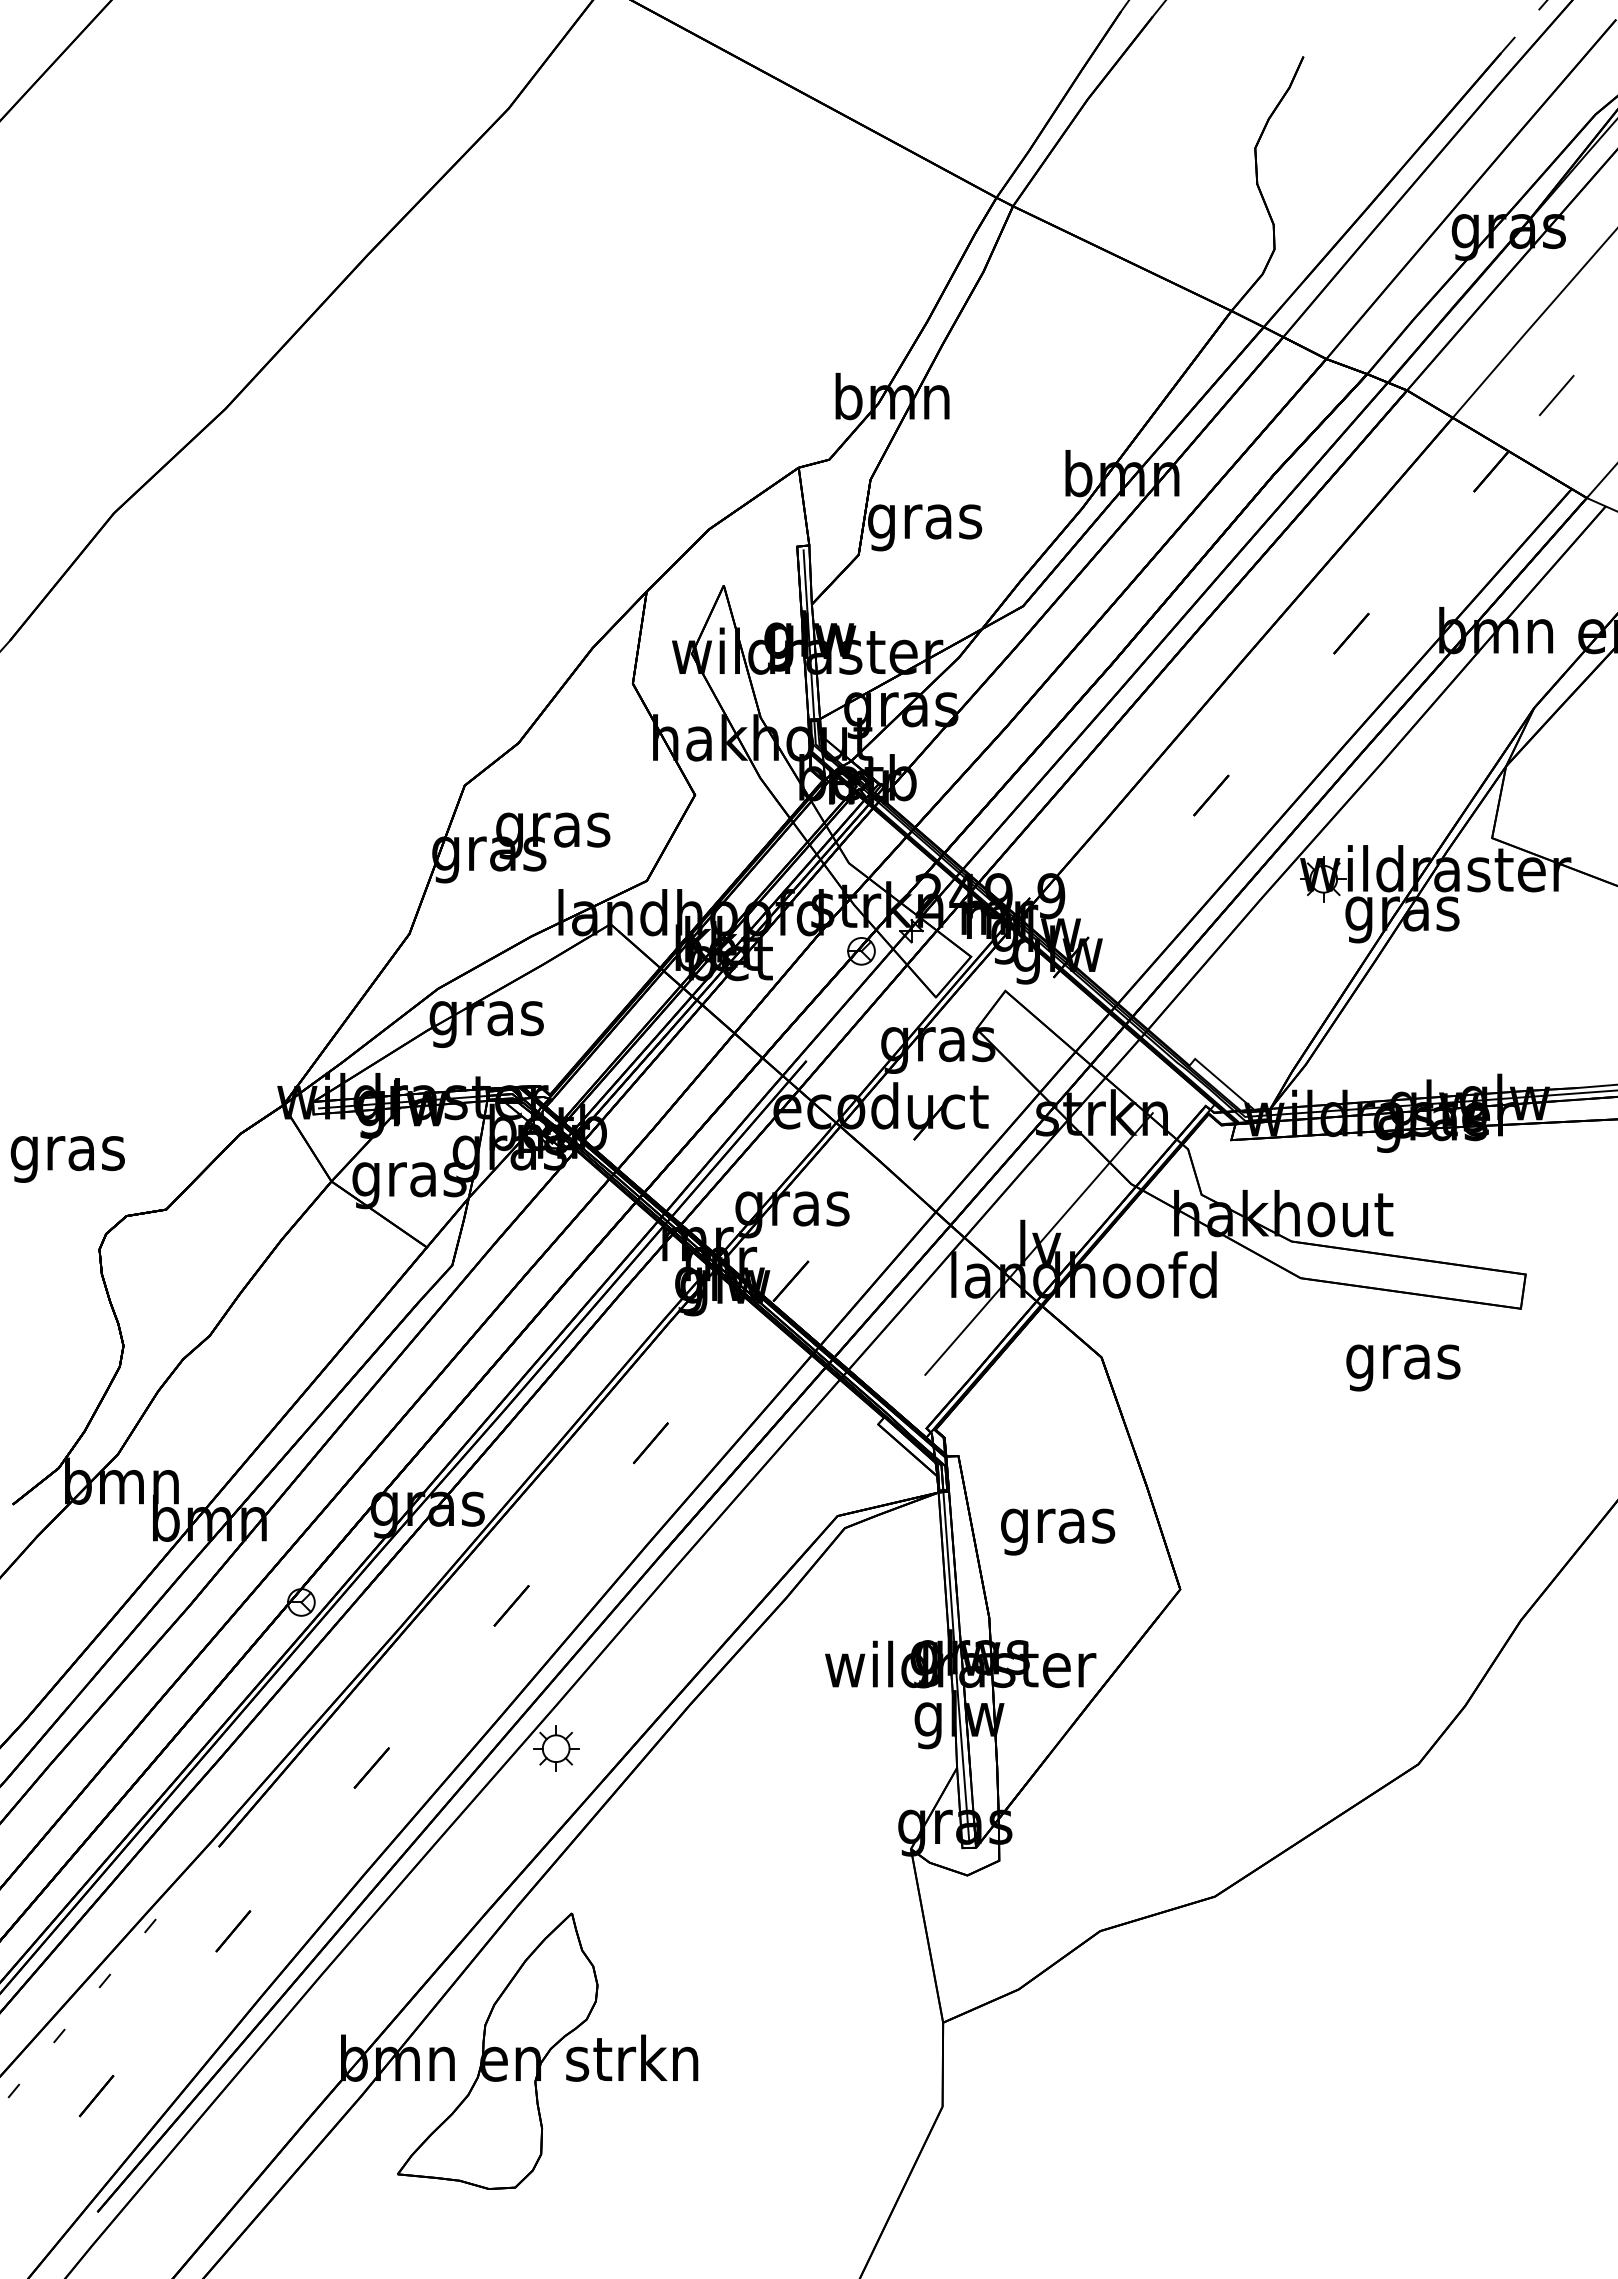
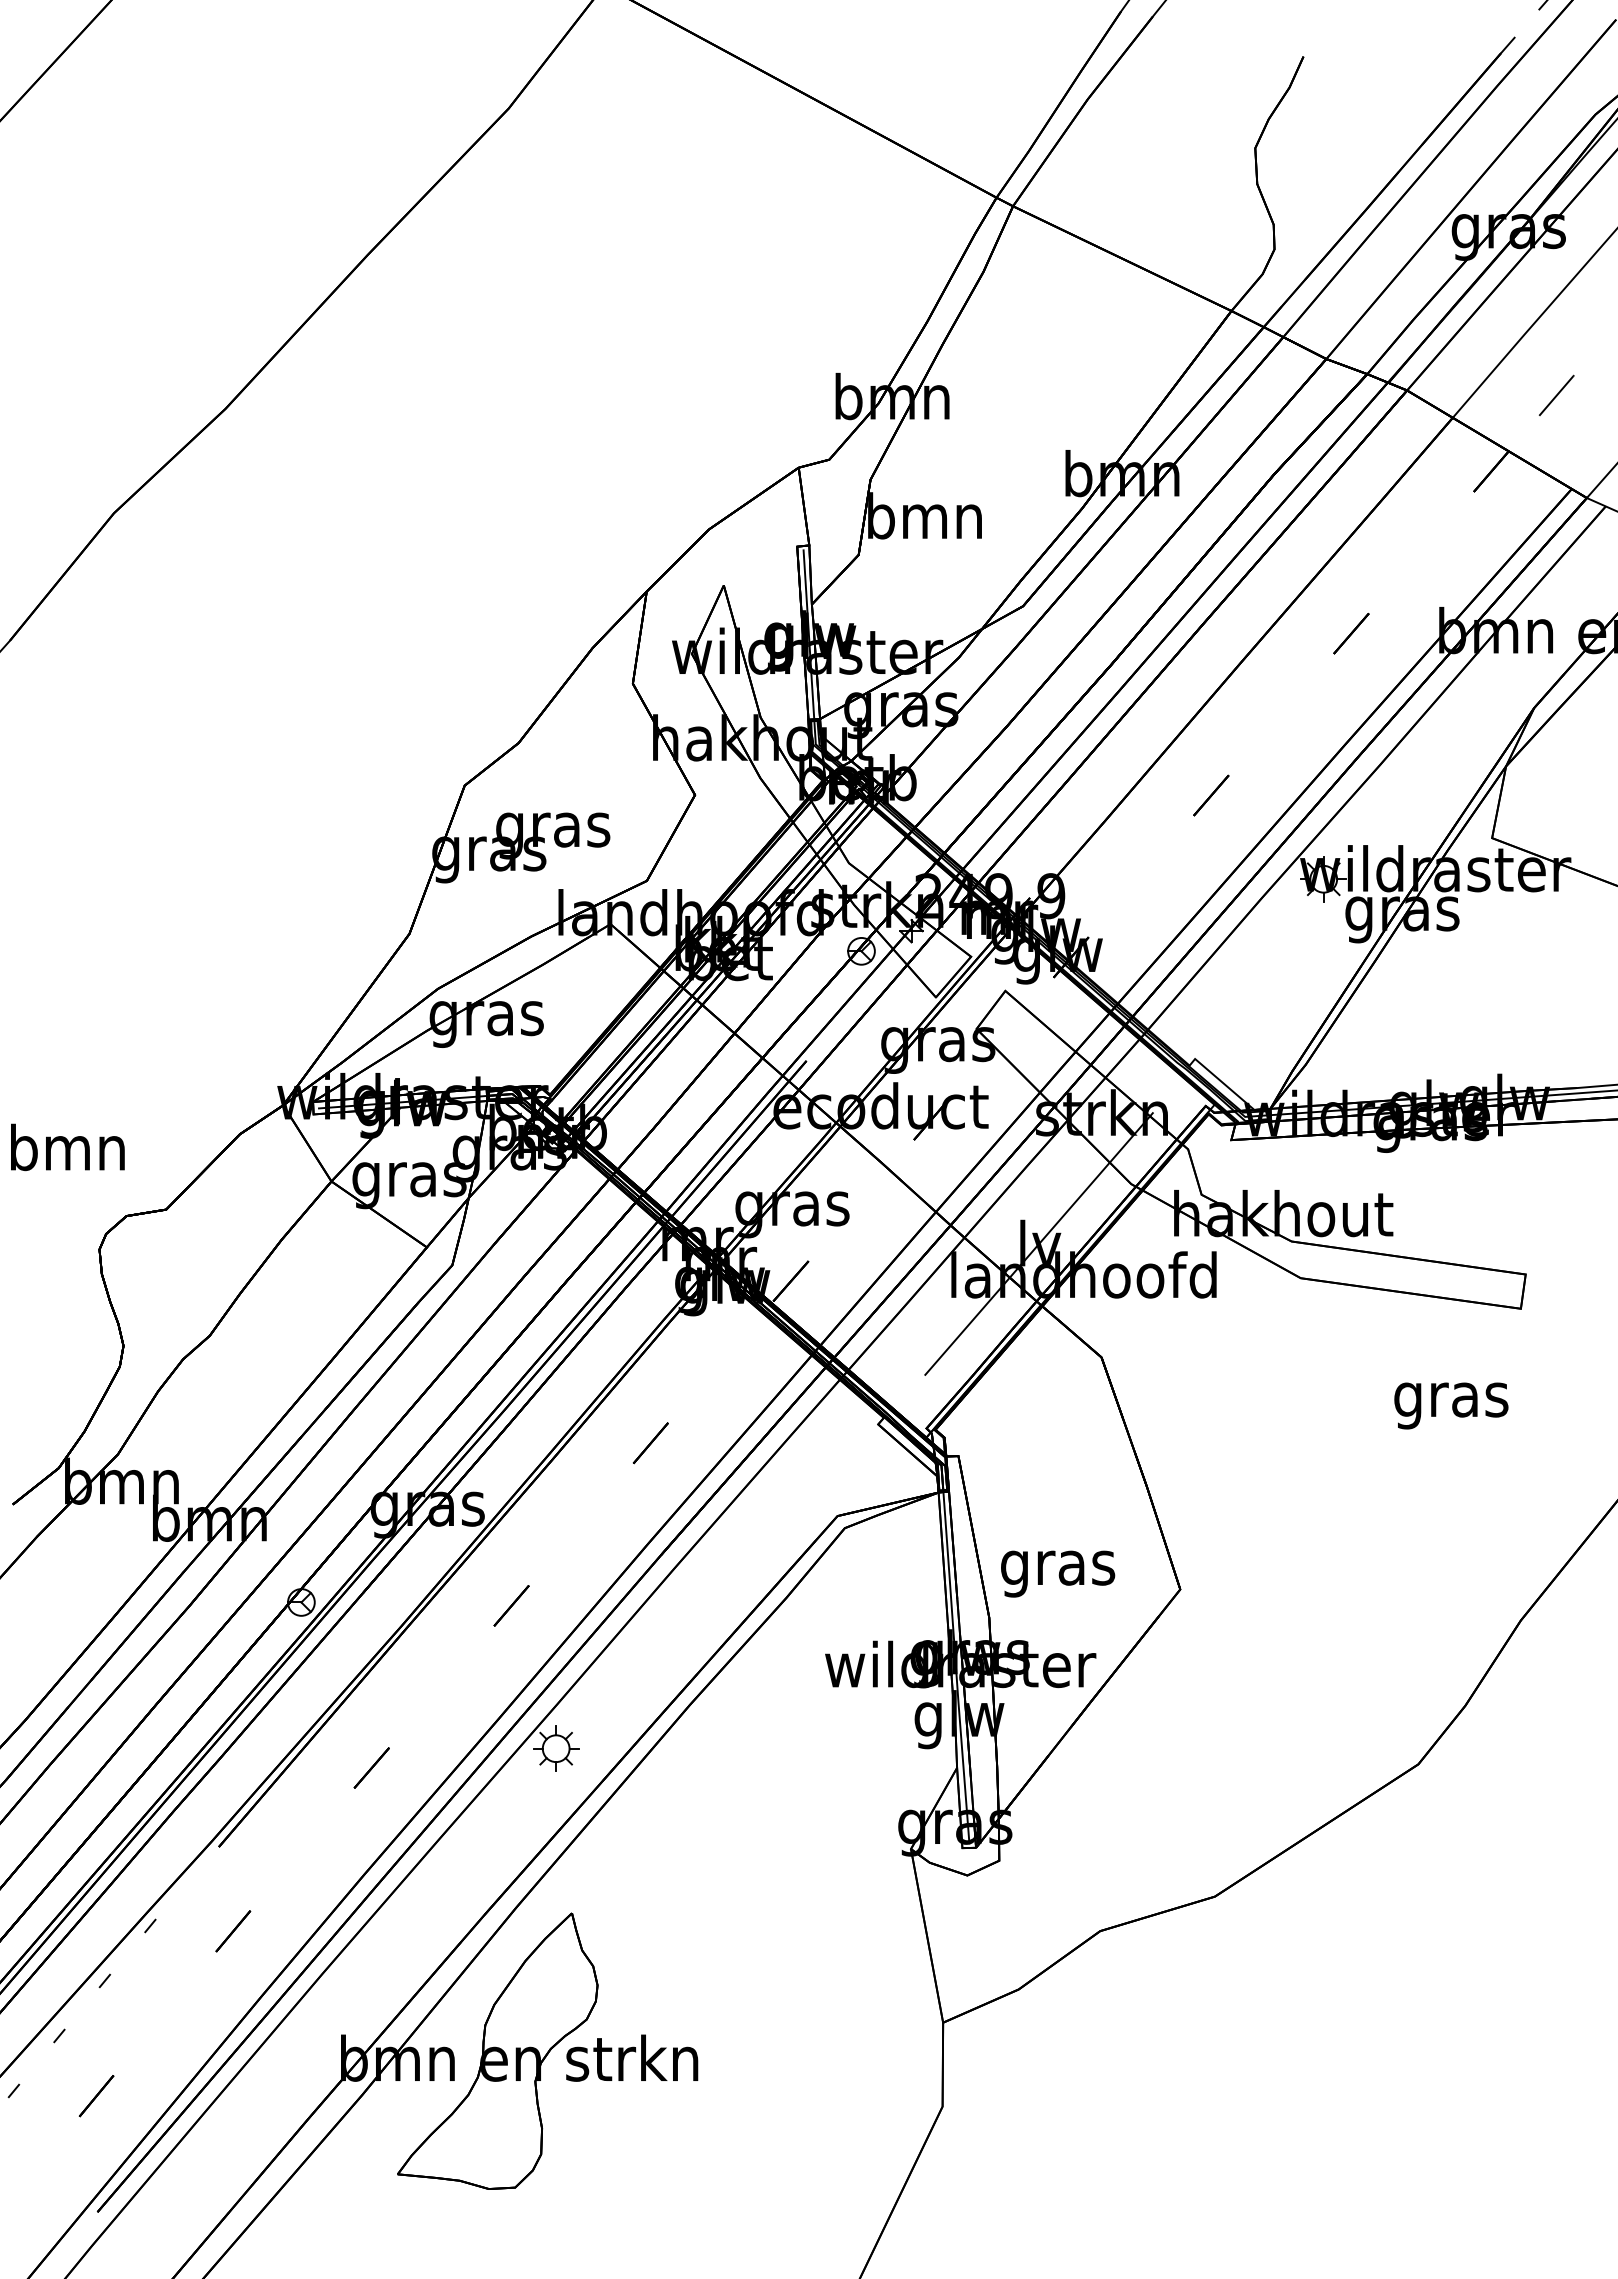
text at (925, 521): gras -> bmn
text at (67, 1152): gras -> bmn
text at (1403, 1367) position: (1403, 1367) -> (1451, 1405)
text at (1058, 1531) position: (1058, 1531) -> (1058, 1573)
